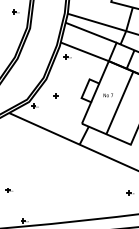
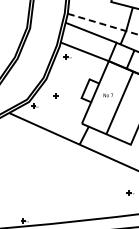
part at (15, 11): present -> none
line at (103, 24): solid -> dashed
part at (9, 190): present -> none
